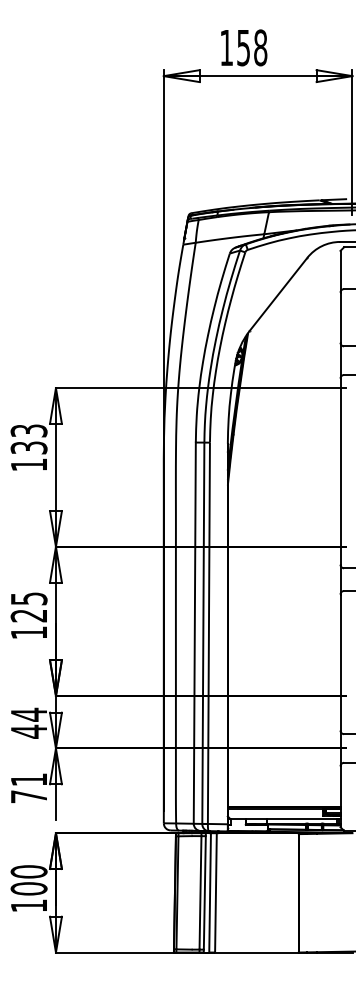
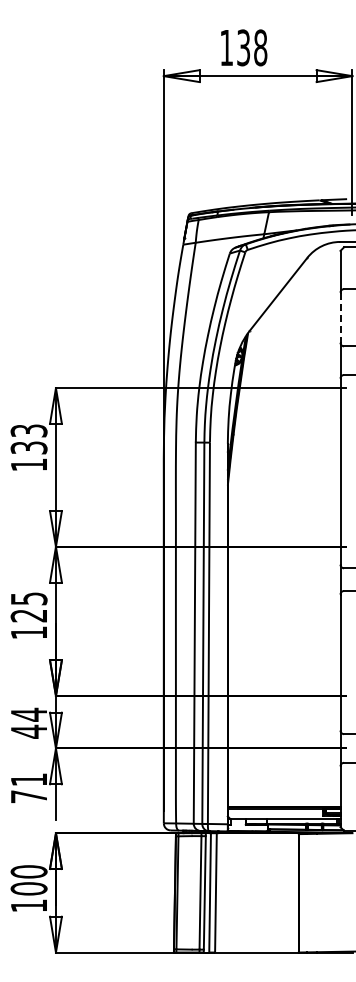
text at (243, 47): 158 -> 138
line at (340, 318): solid -> dashed
